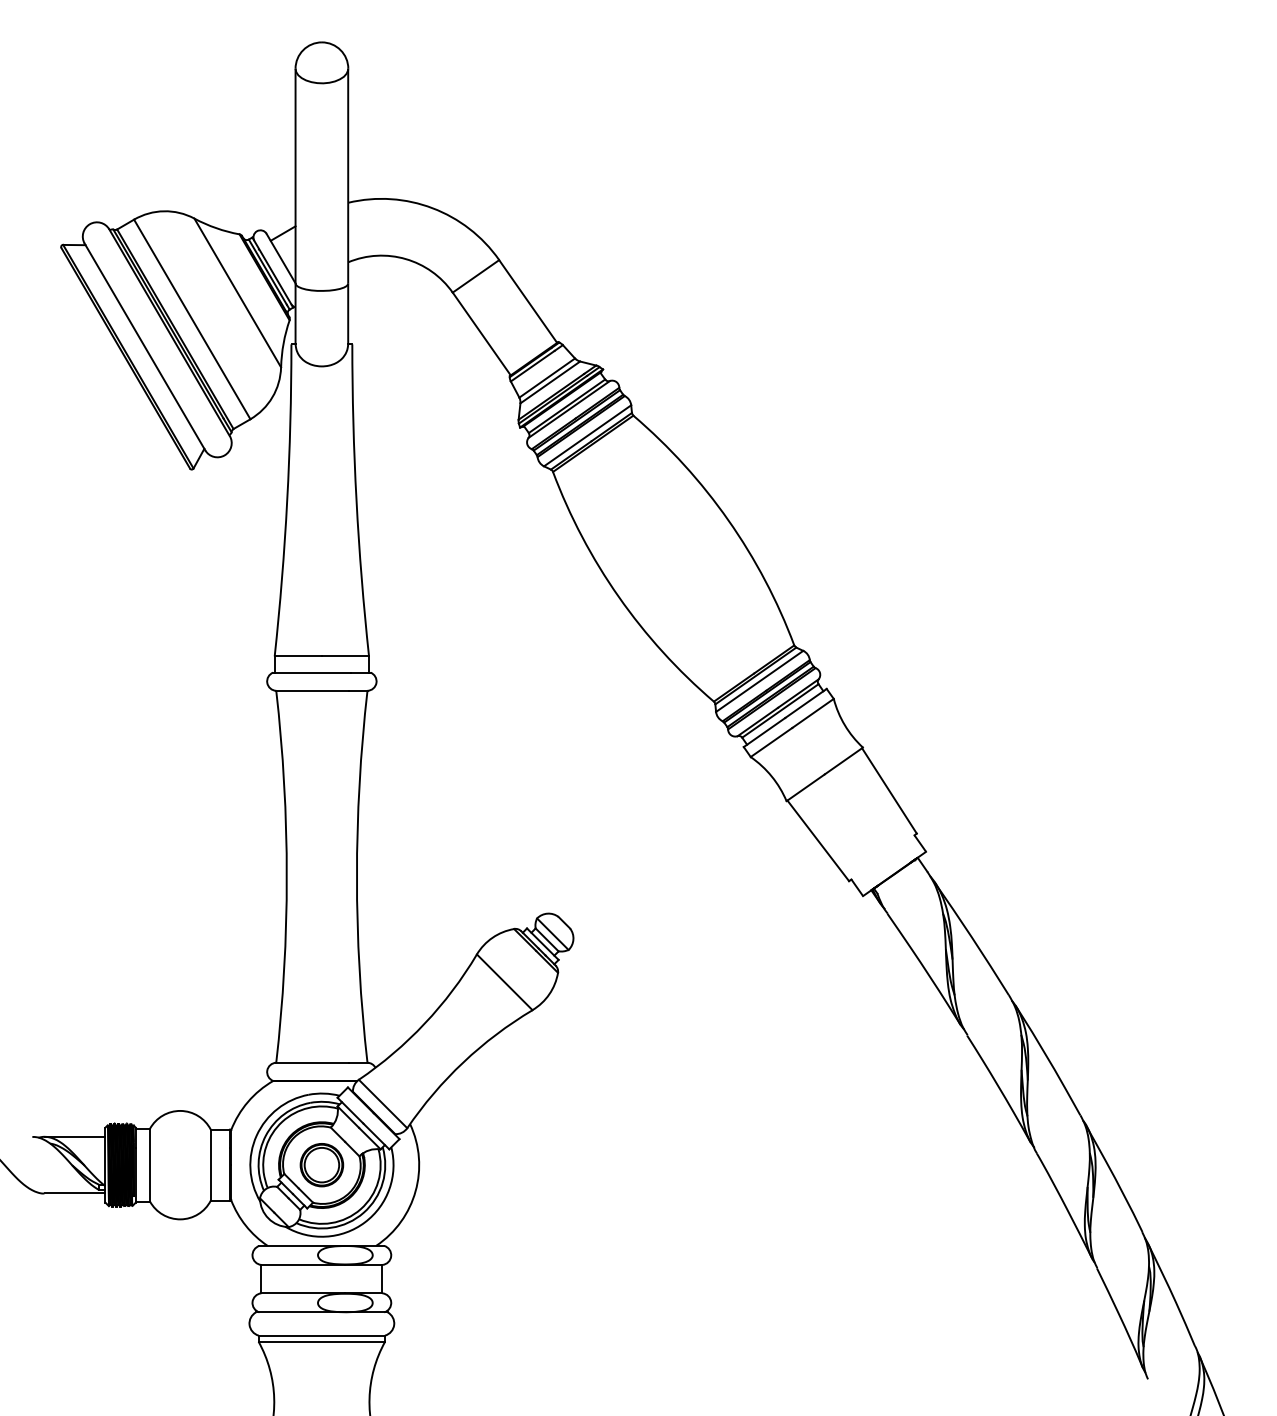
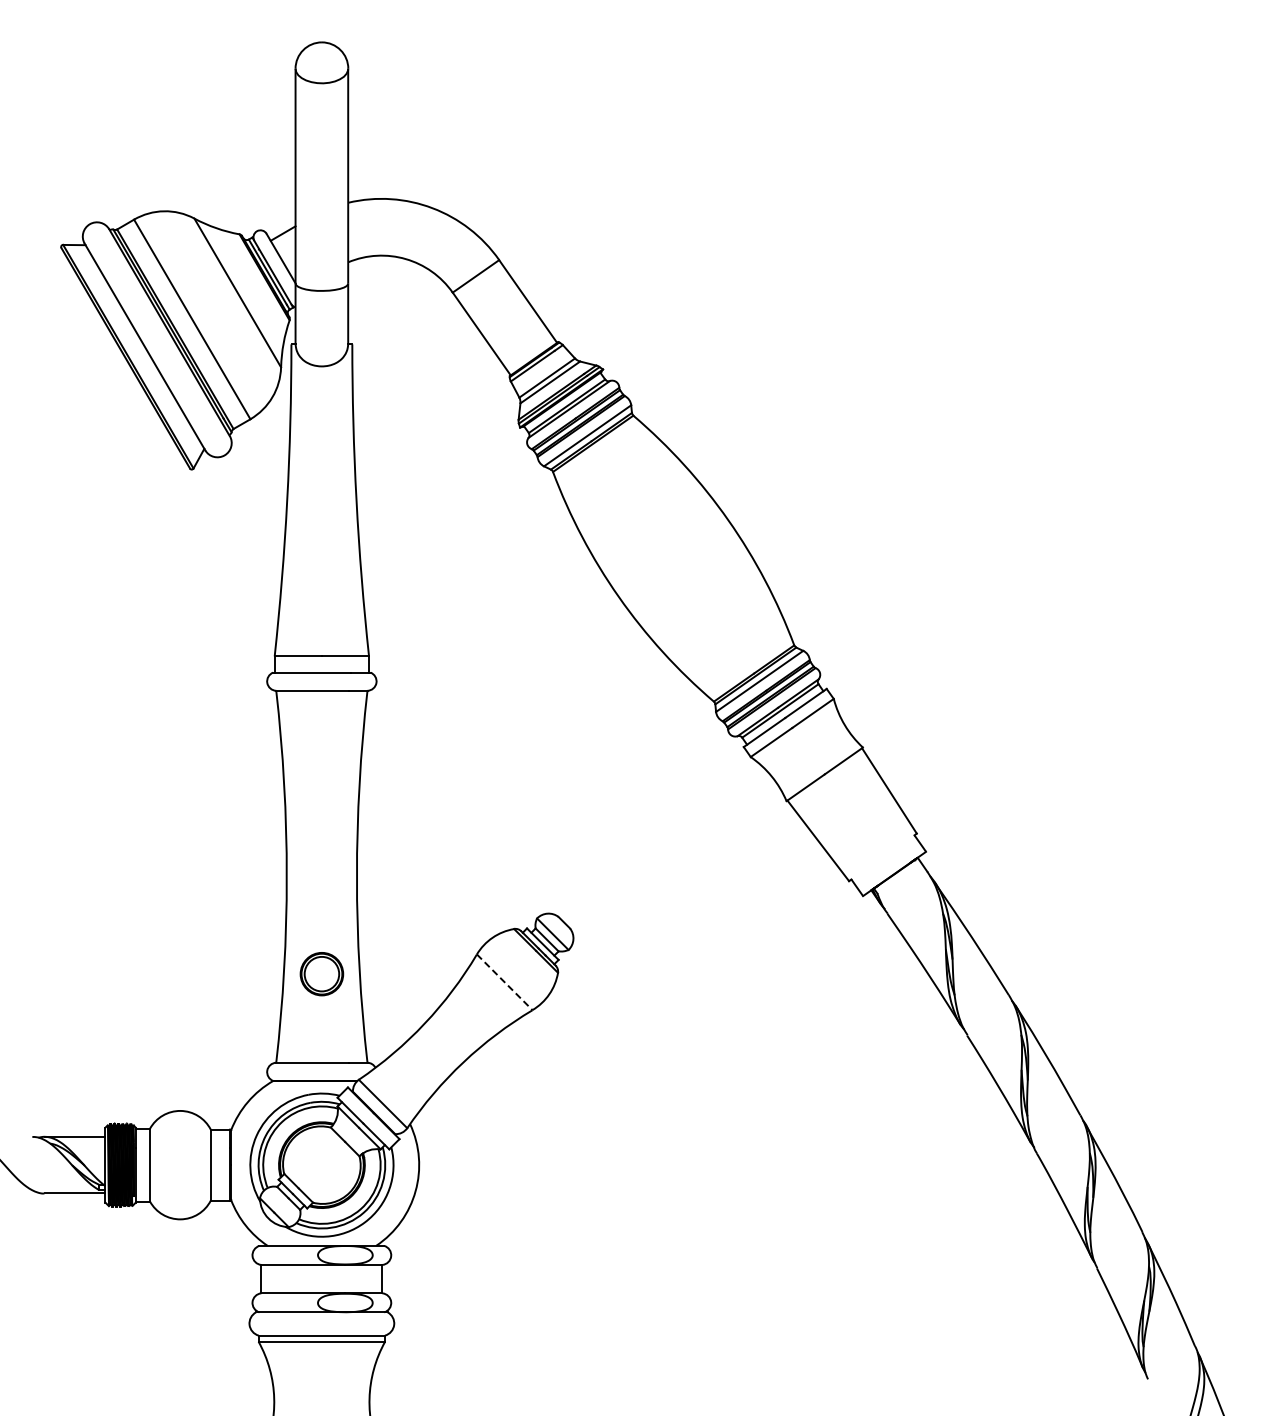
line at (505, 982): solid -> dashed
part at (321, 1165) position: (321, 1165) -> (321, 974)
